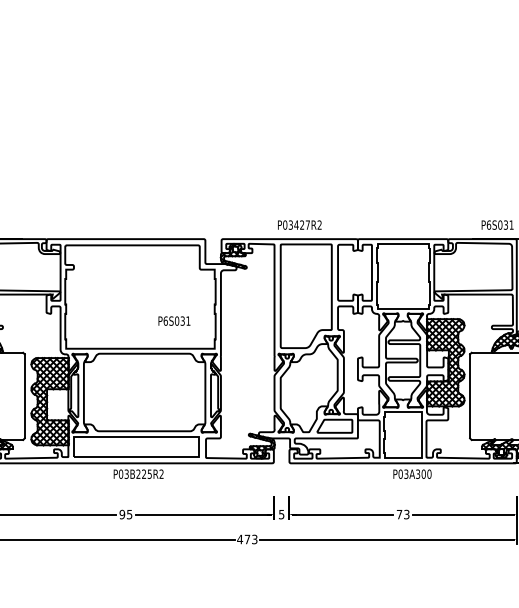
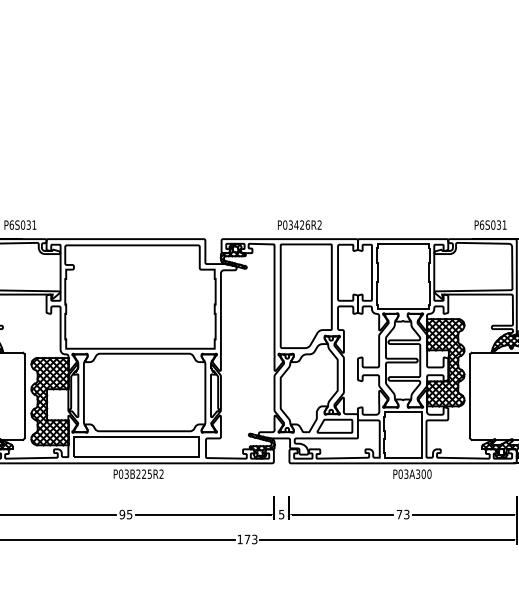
text at (307, 224): P03427R2 -> P03426R2
text at (497, 224) position: (497, 224) -> (490, 224)
text at (174, 320) position: (174, 320) -> (20, 224)
text at (240, 539): 473 -> 173
